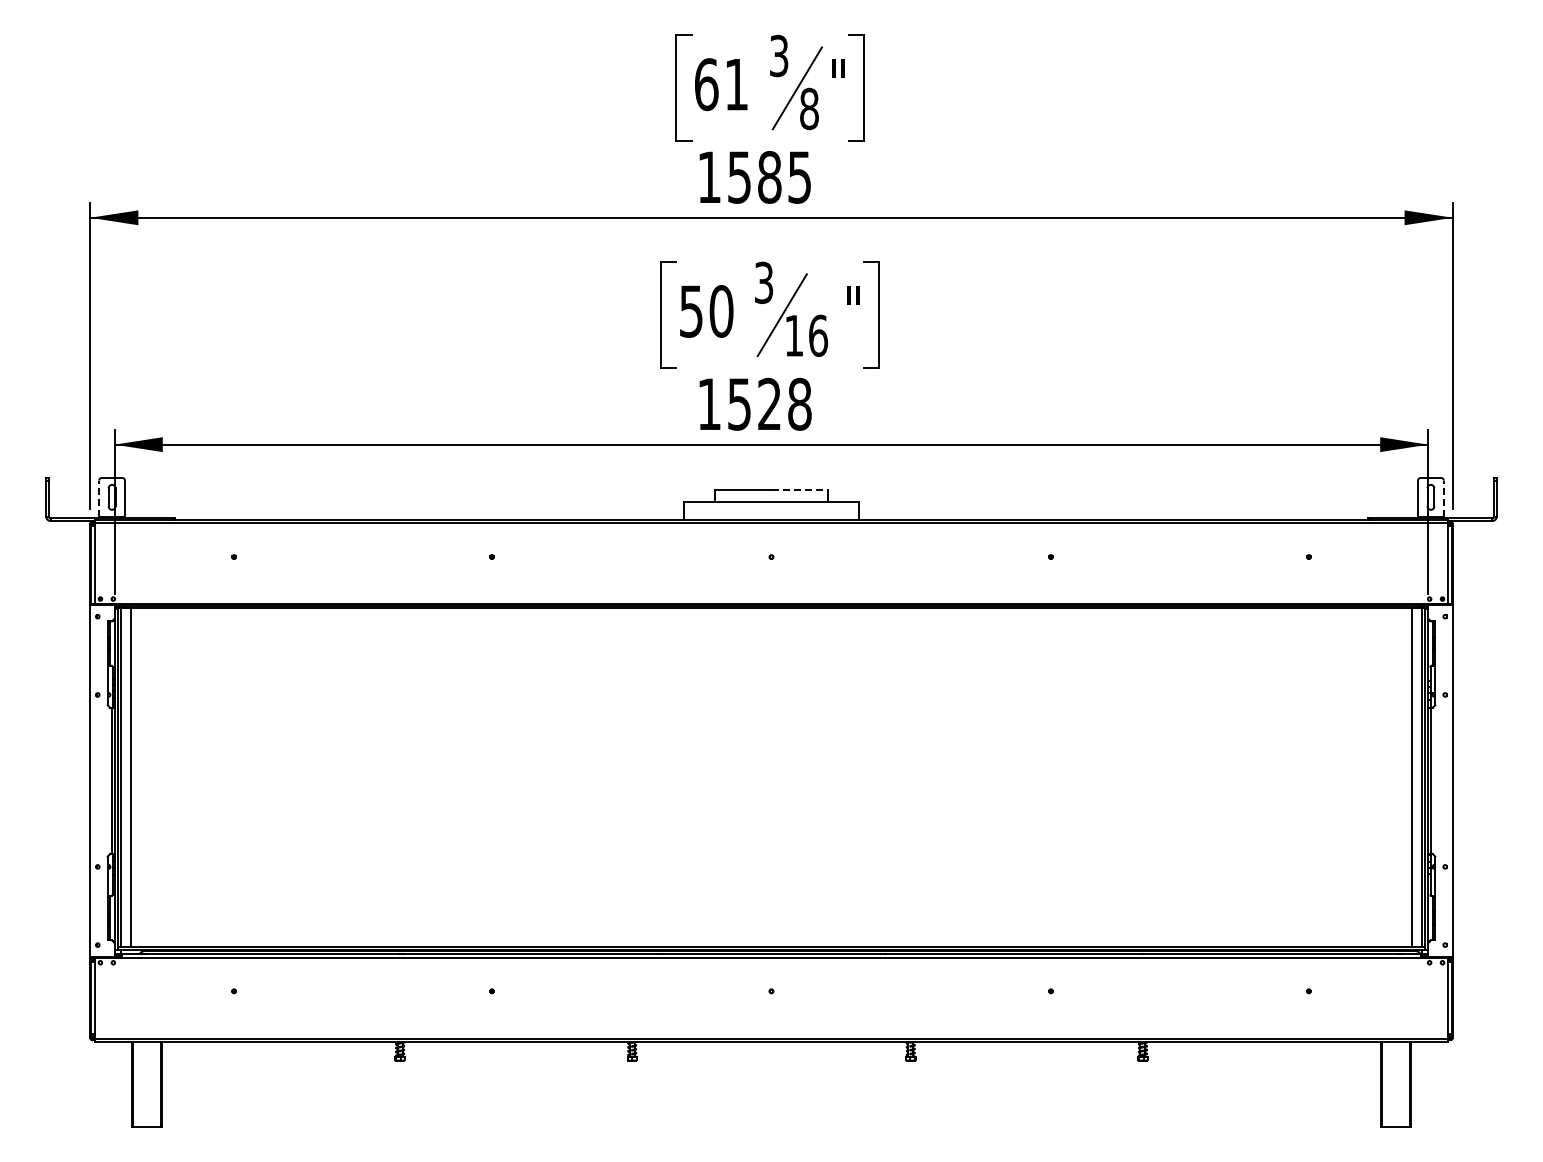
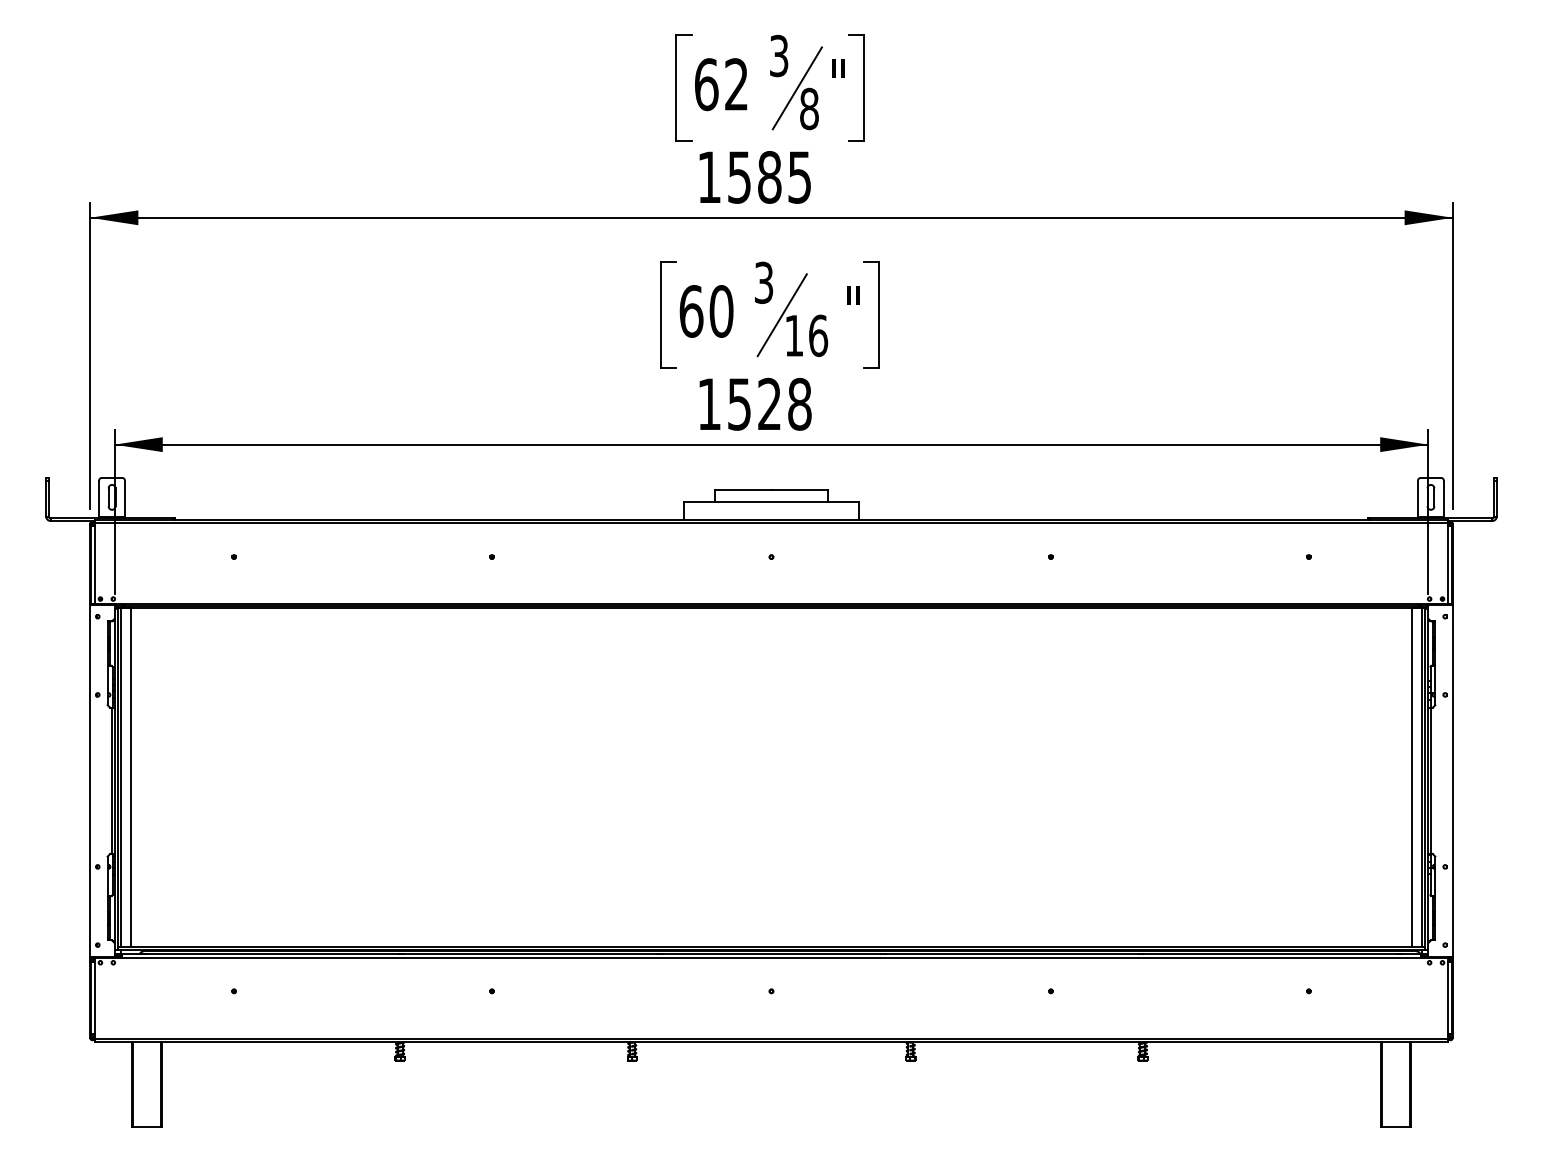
text at (736, 84): 61 -> 62
text at (691, 311): 50 -> 60
line at (800, 490): dashed -> solid
line at (99, 498): dashed -> solid
line at (1443, 498): dashed -> solid
